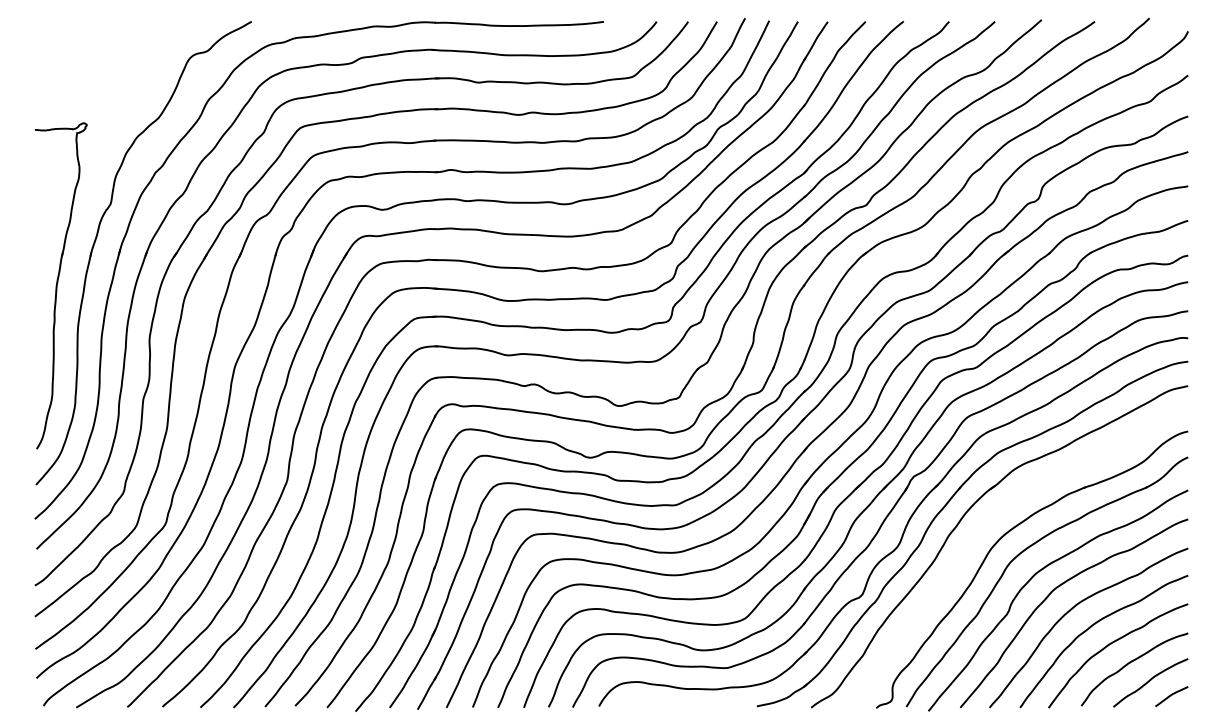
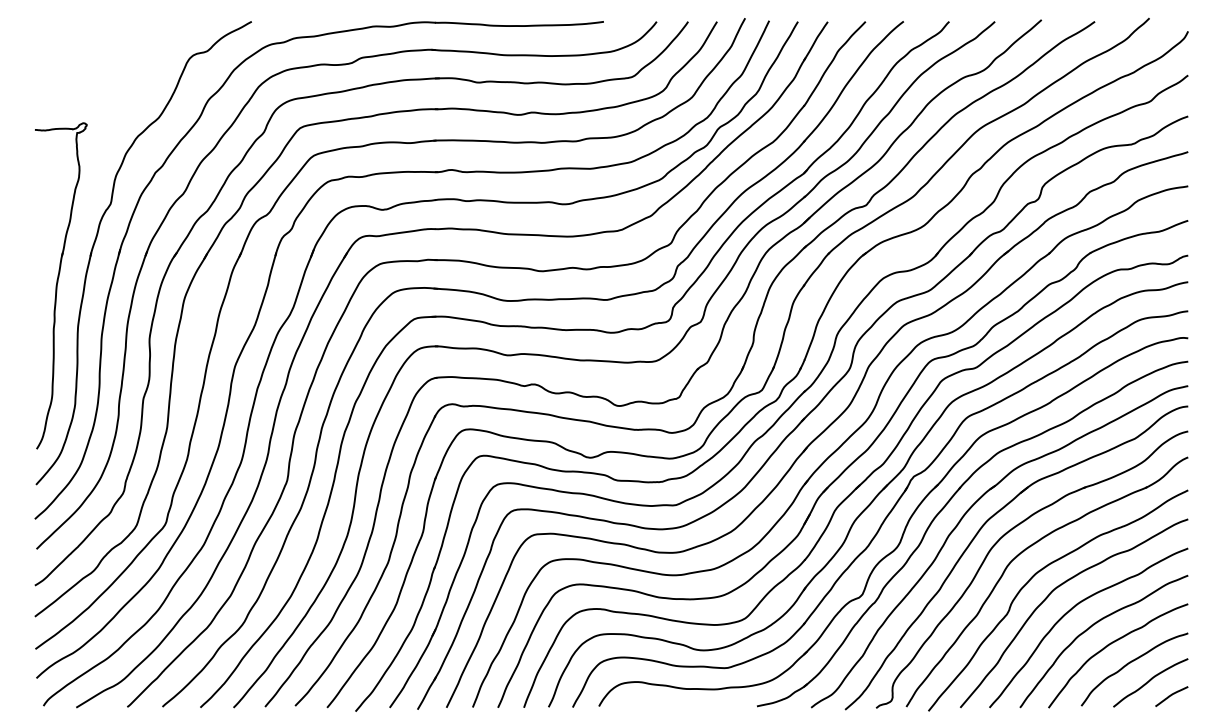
part at (979, 532): none -> present
